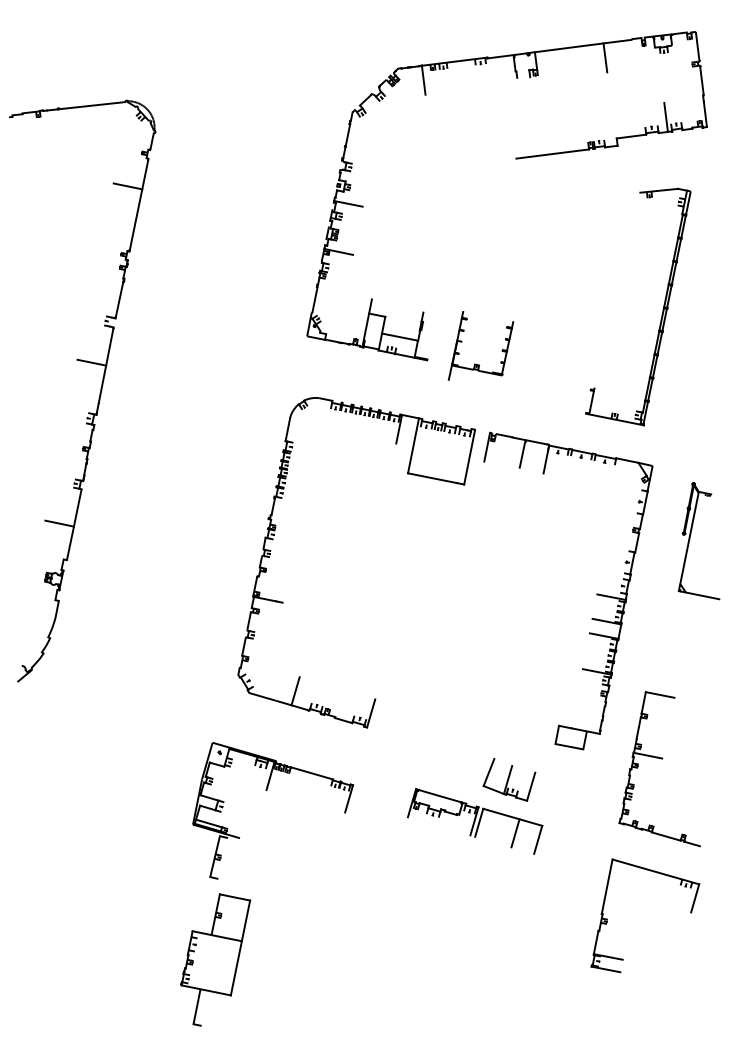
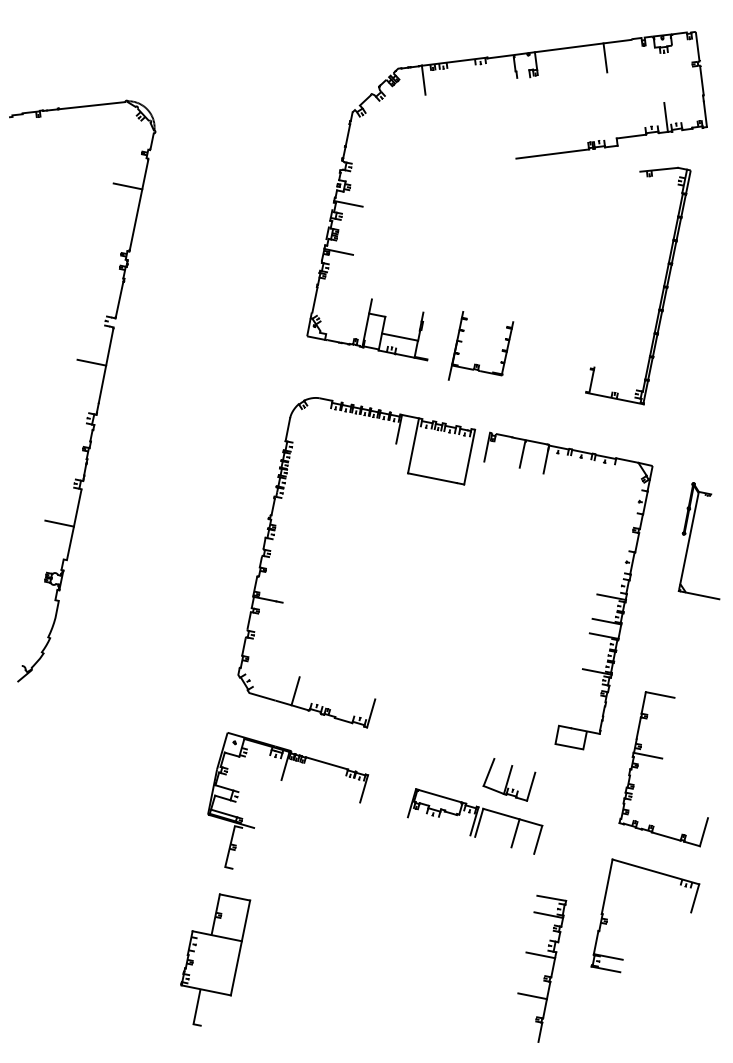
part at (662, 309) position: (662, 309) -> (662, 288)
part at (267, 790) position: (267, 790) -> (282, 780)
line at (703, 832): none -> present
part at (544, 975): none -> present
